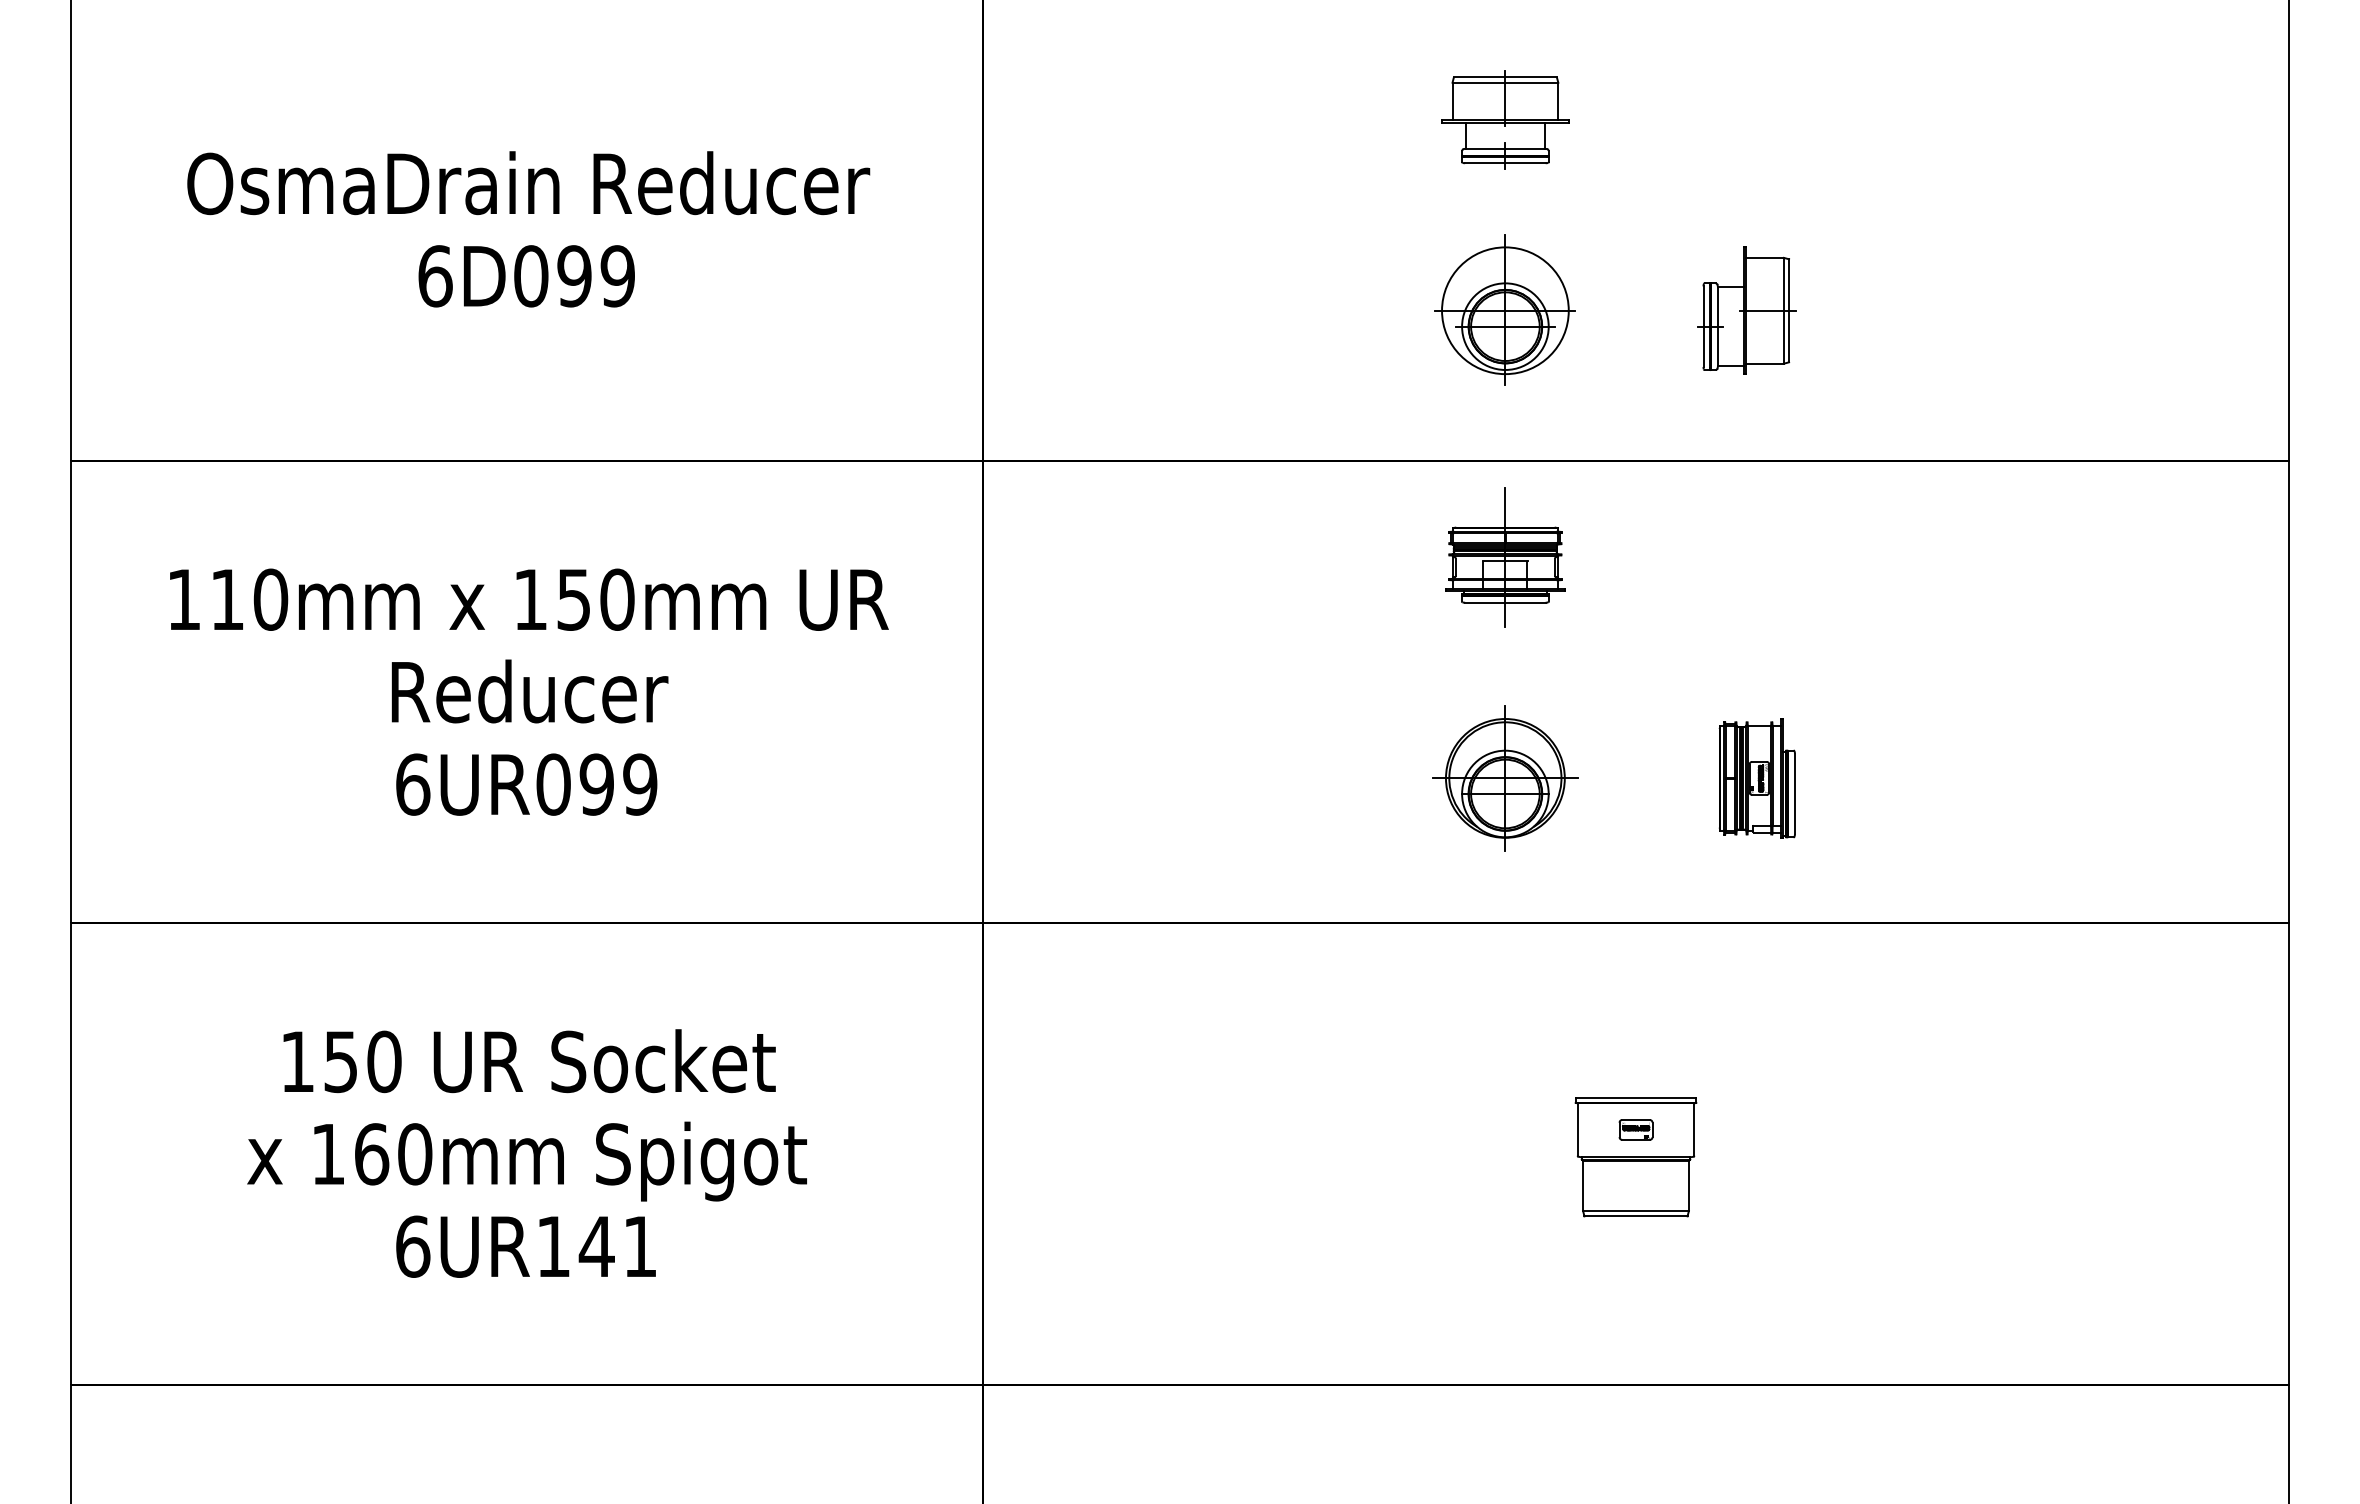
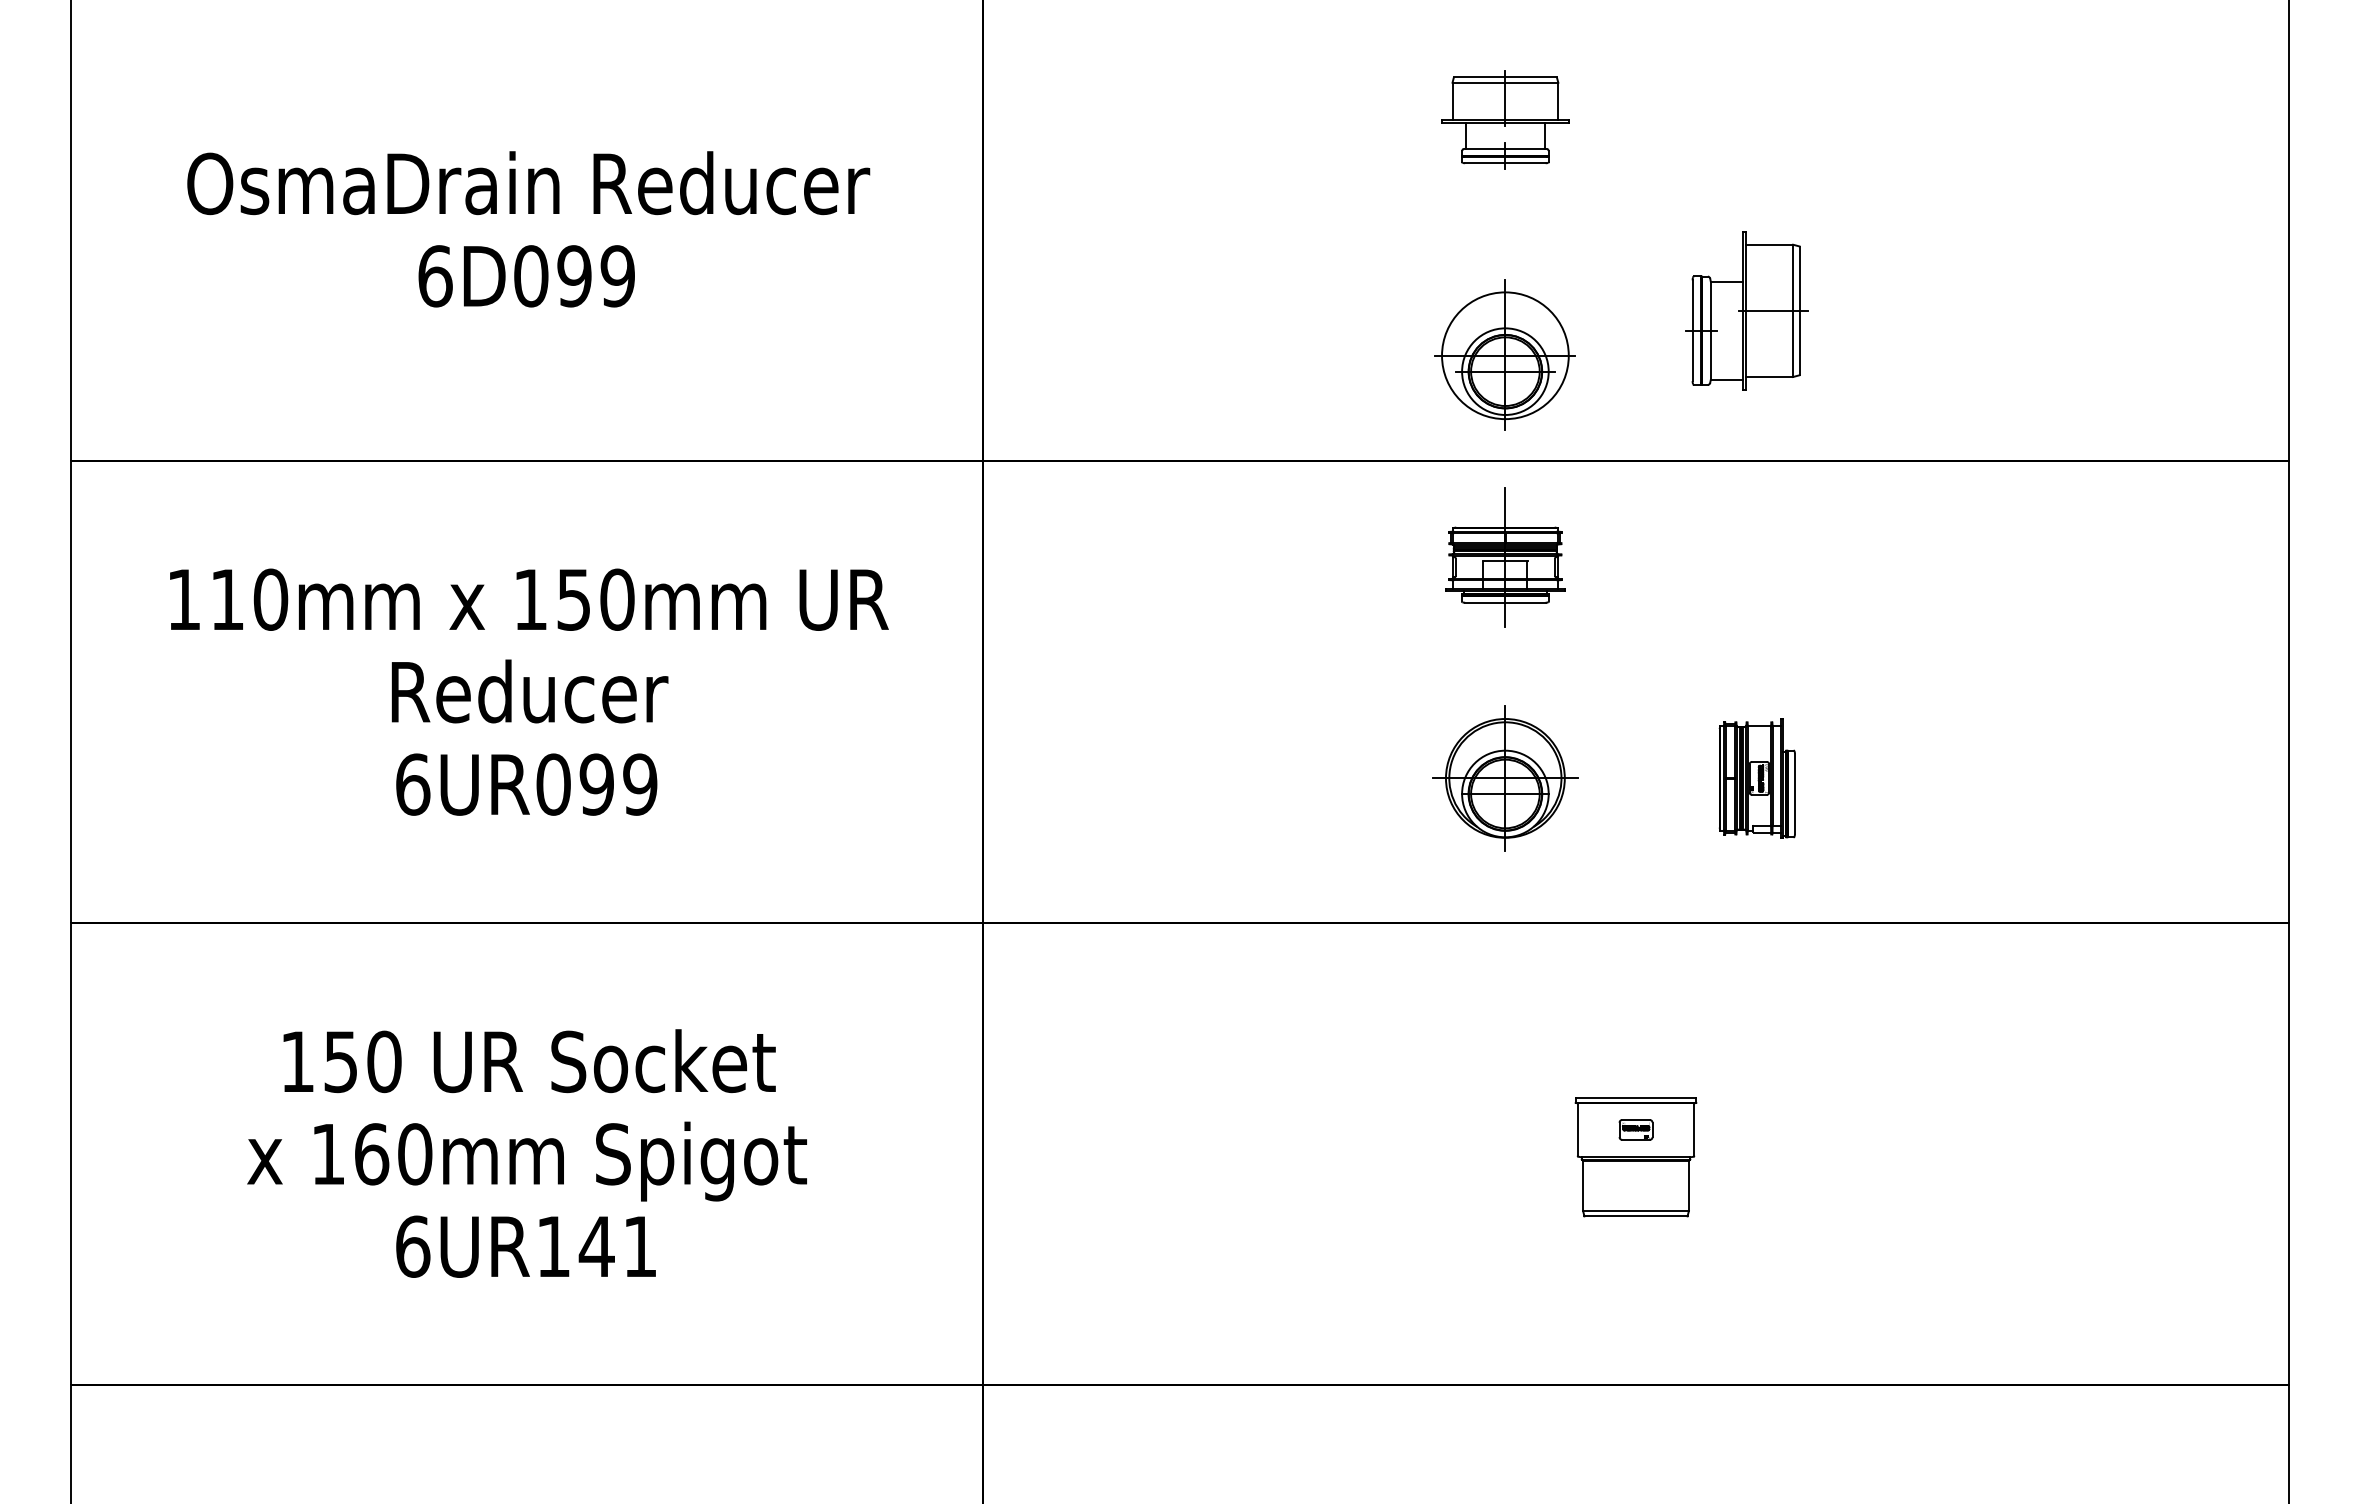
part at (1504, 309) position: (1504, 309) -> (1504, 354)
part at (1746, 310) size: 100x129 px -> 124x160 px
